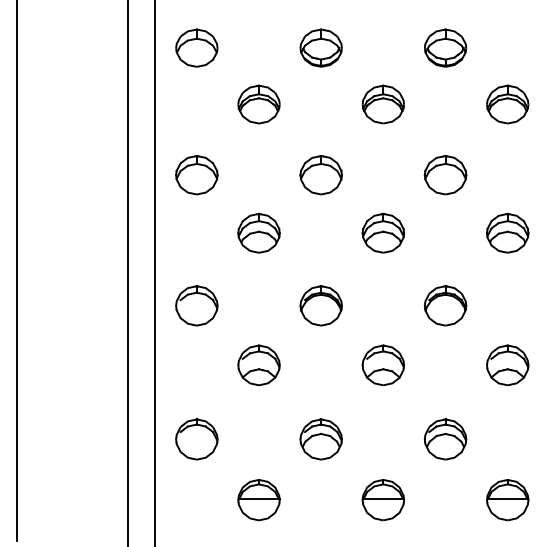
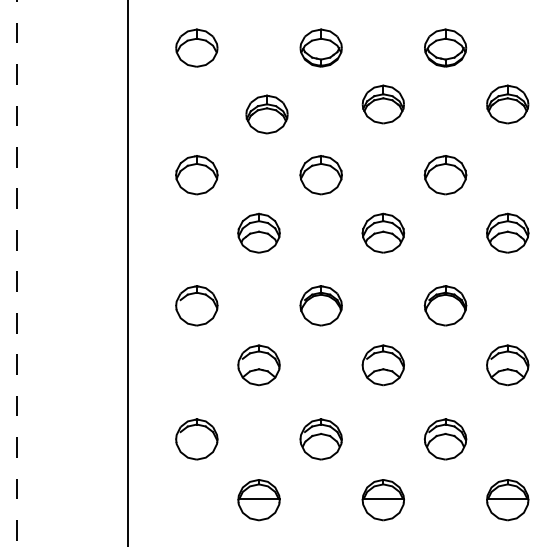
part at (258, 104) position: (258, 104) -> (266, 114)
line at (16, 270): solid -> dashed
line at (155, 272): present -> none
